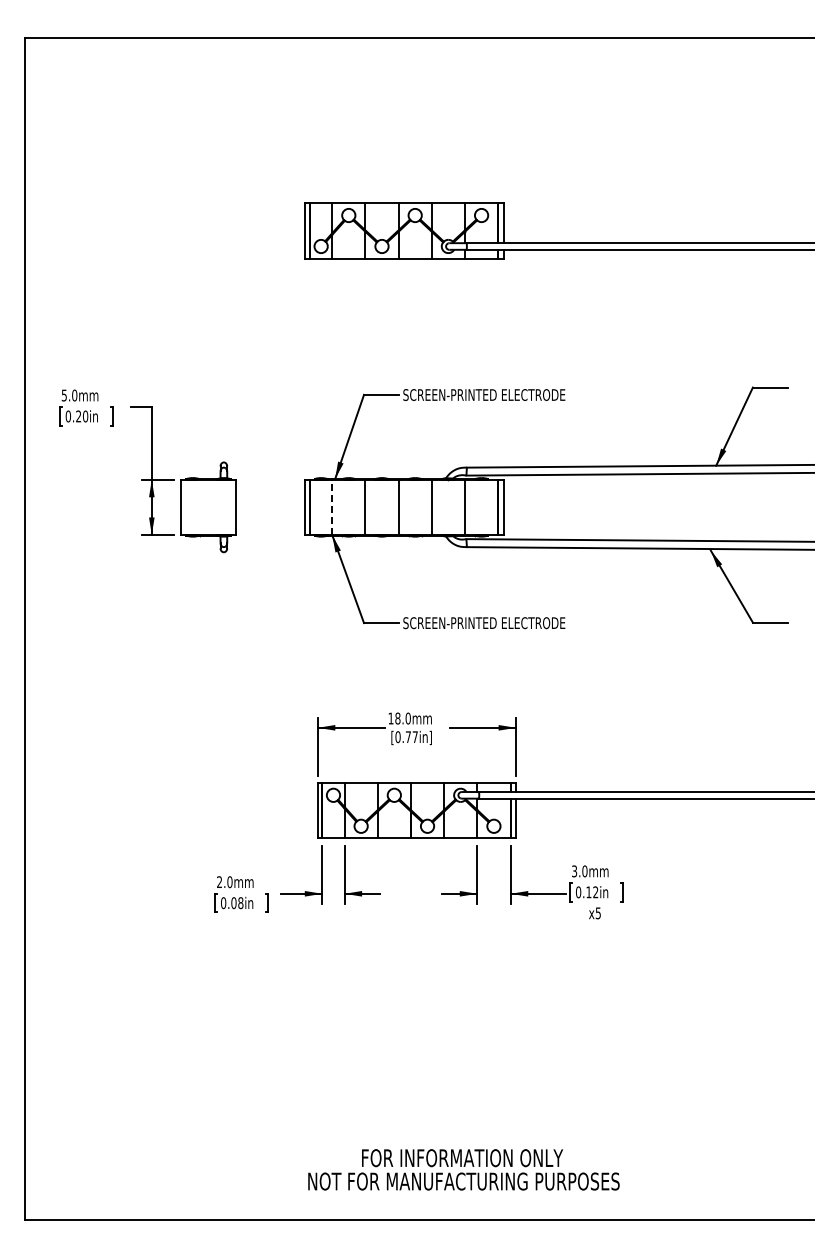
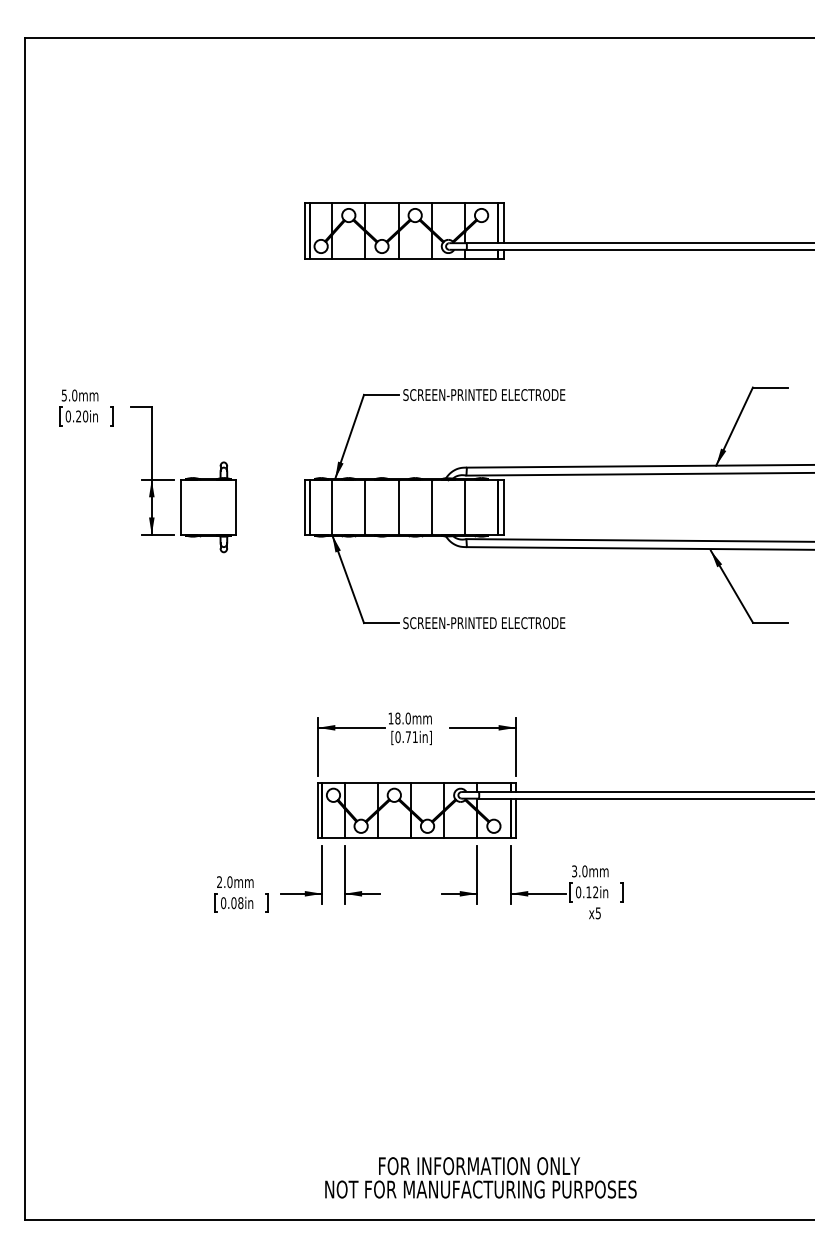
line at (332, 507): dashed -> solid
text at (414, 736): [0.77in] -> [0.71in]
text at (463, 1169) position: (463, 1169) -> (480, 1177)
